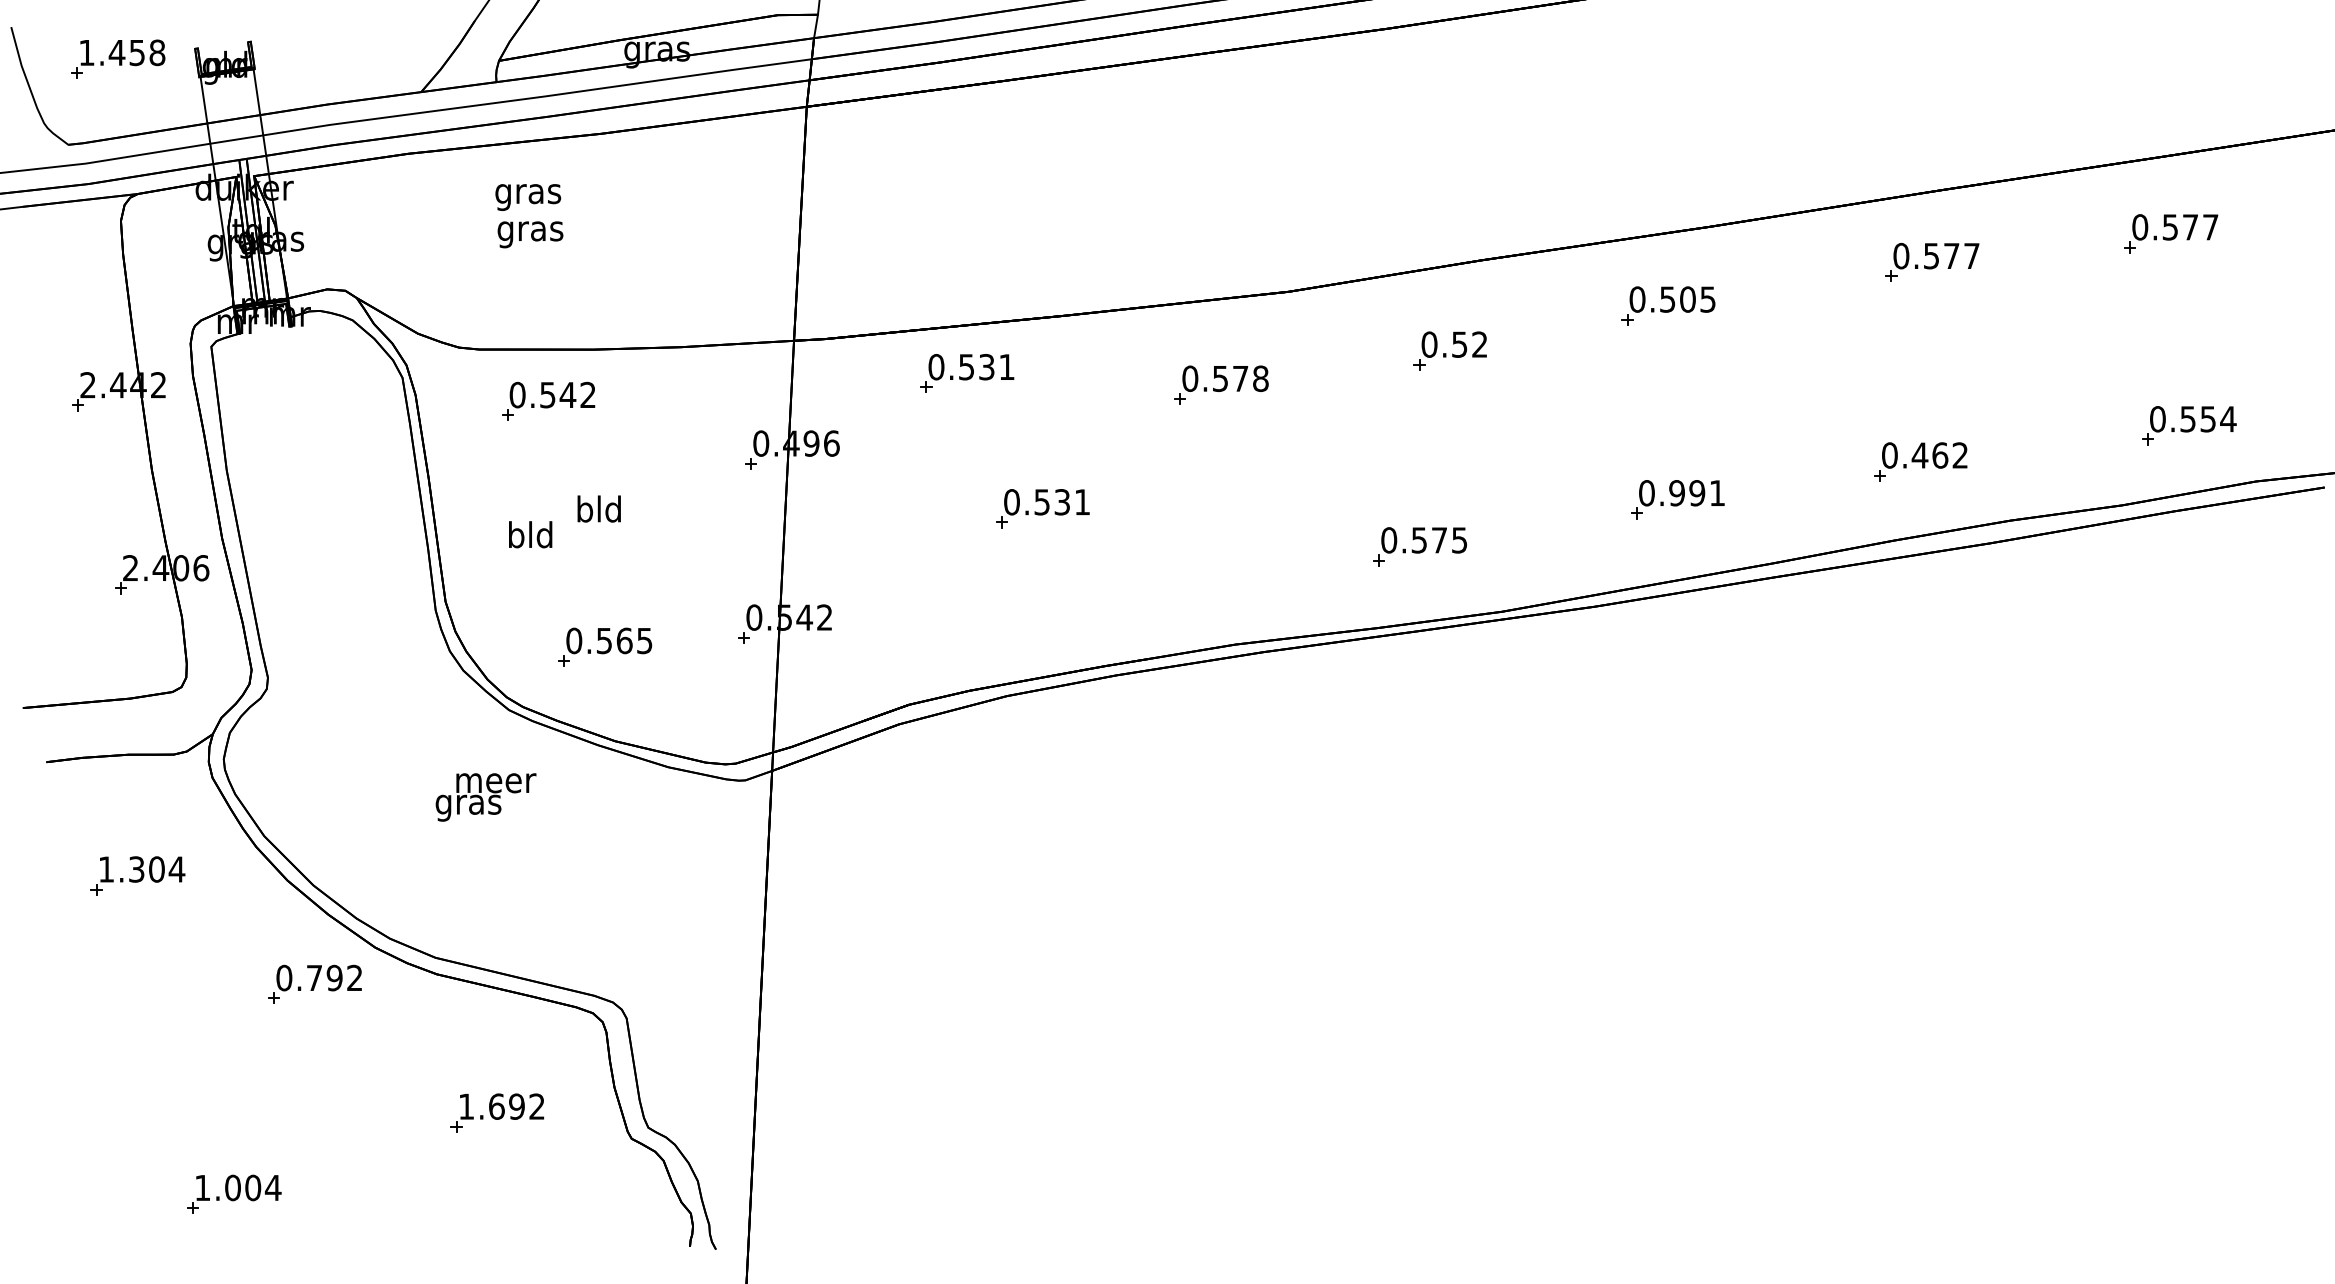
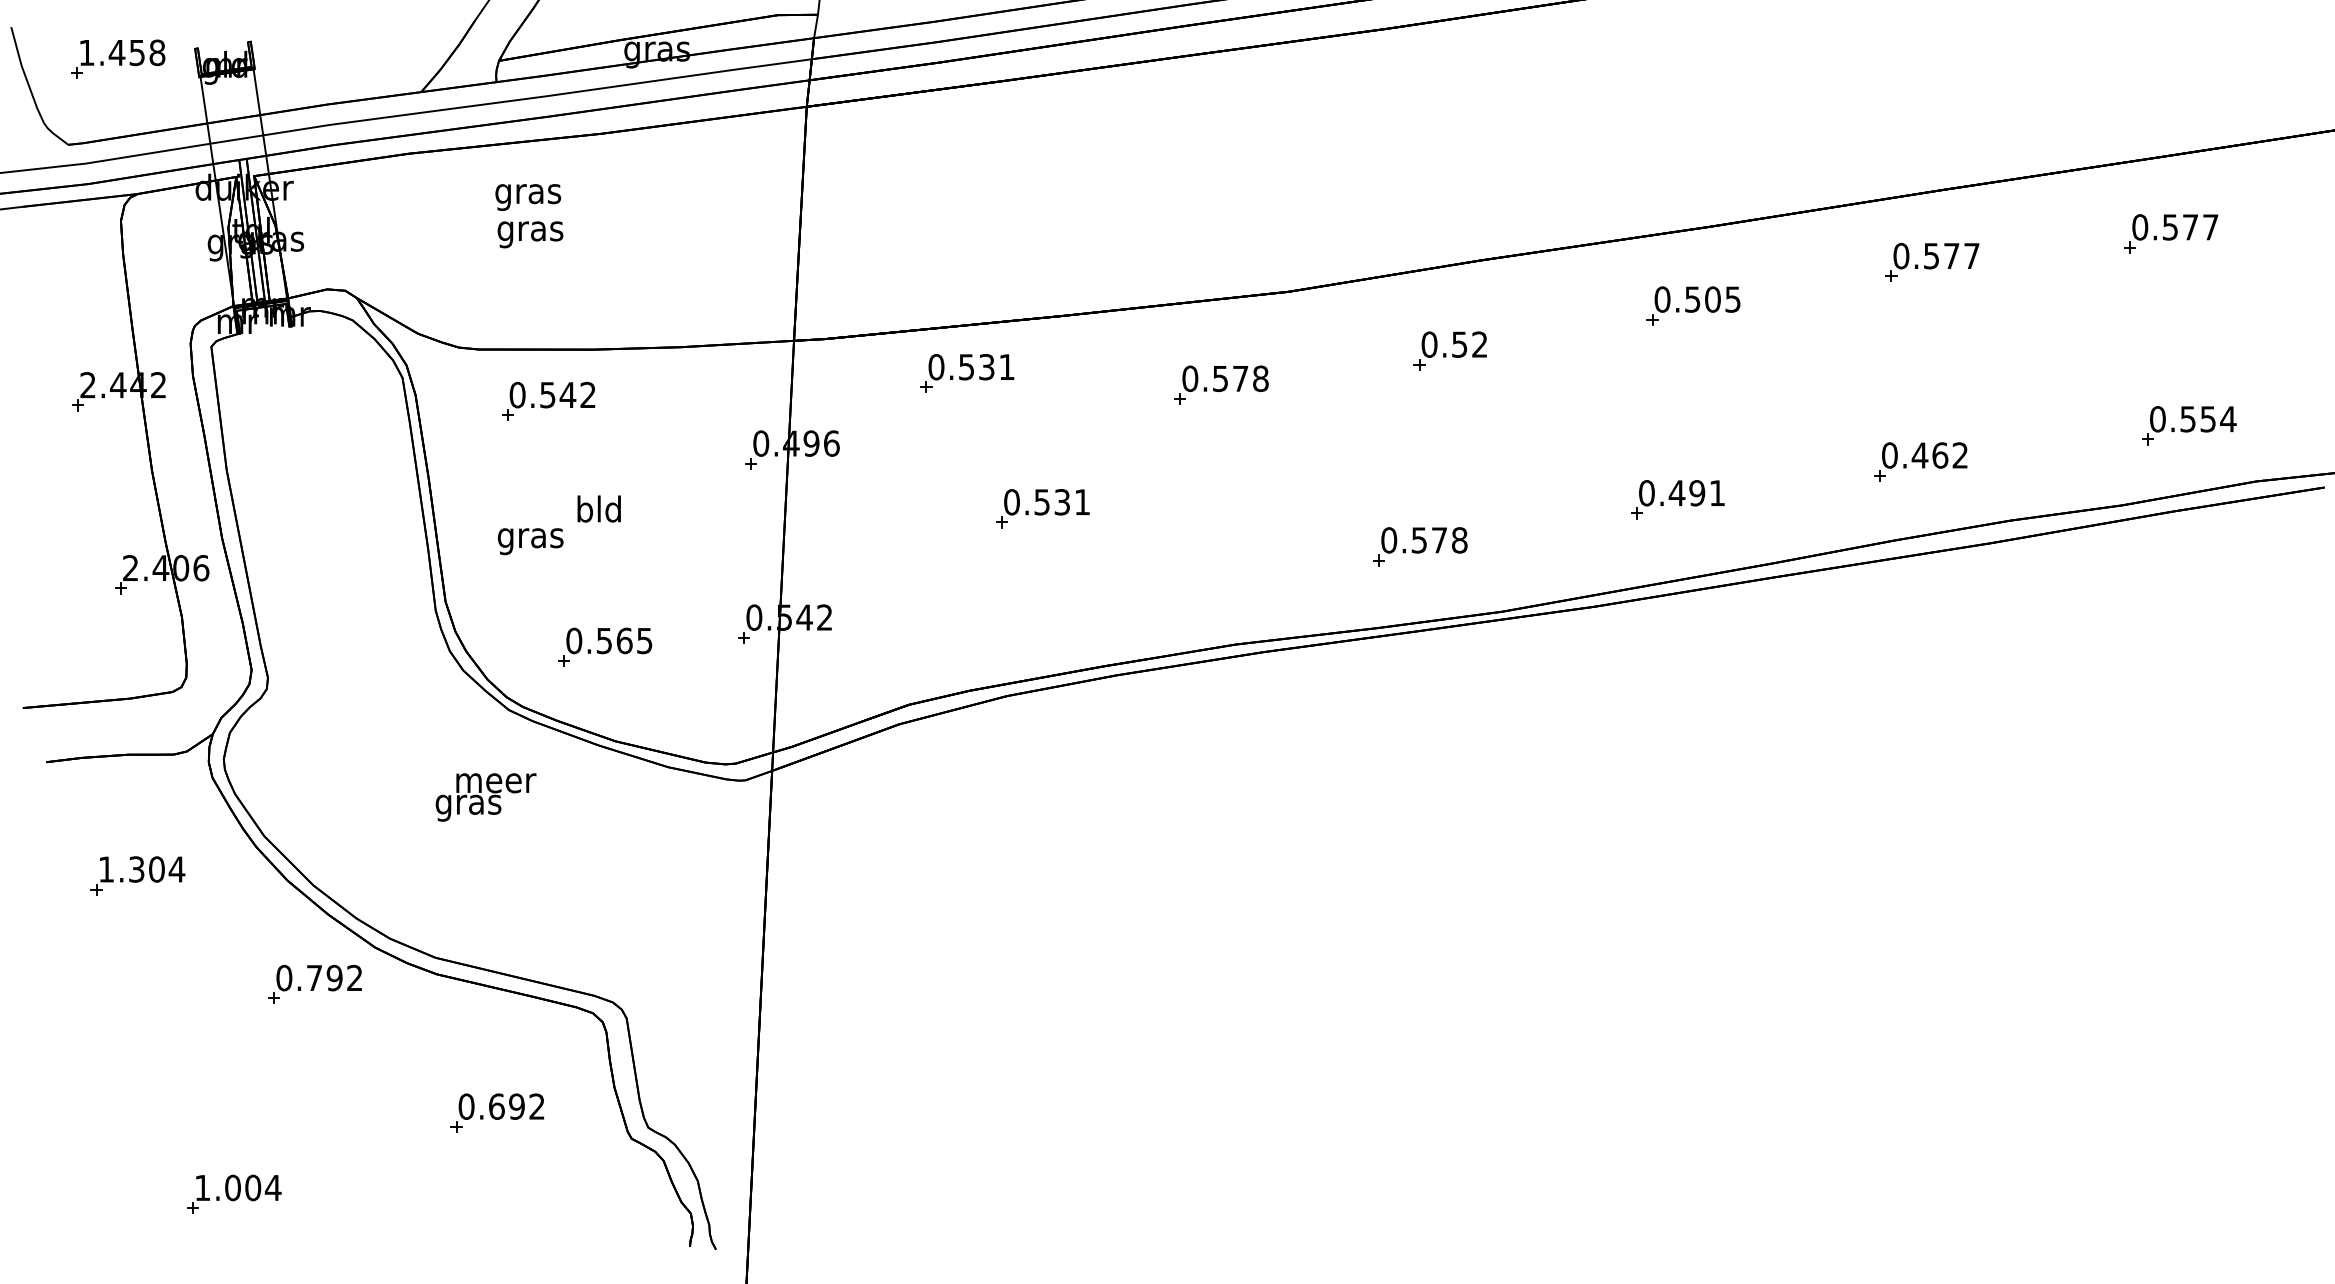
part at (1668, 305) position: (1668, 305) -> (1693, 305)
text at (1676, 493): 0.991 -> 0.491
text at (530, 538): bld -> gras
text at (1459, 540): 0.575 -> 0.578
text at (466, 1106): 1.692 -> 0.692
